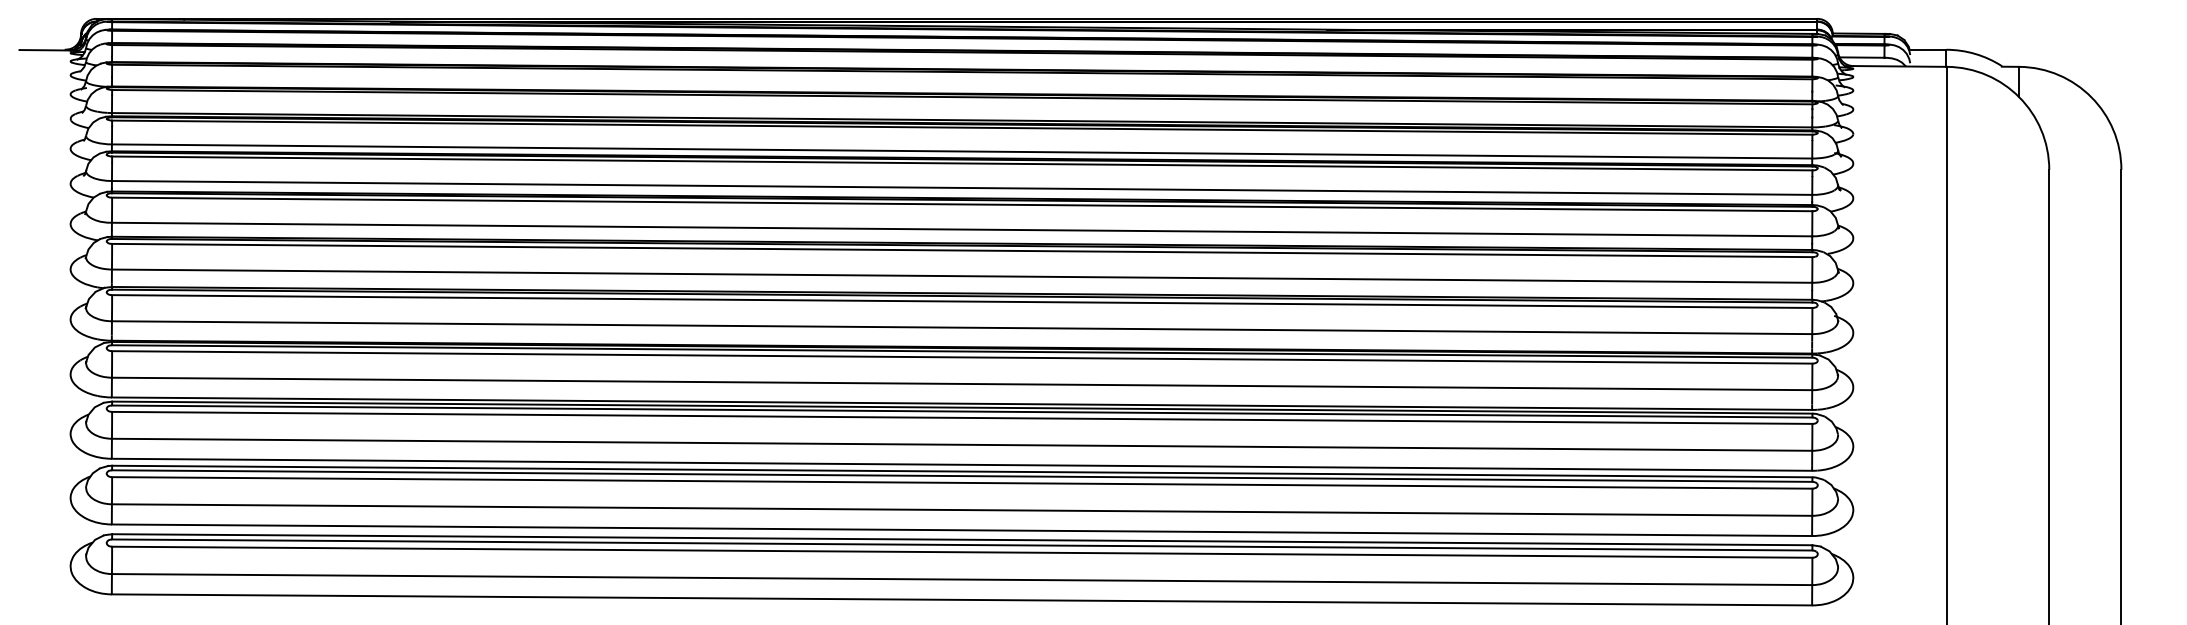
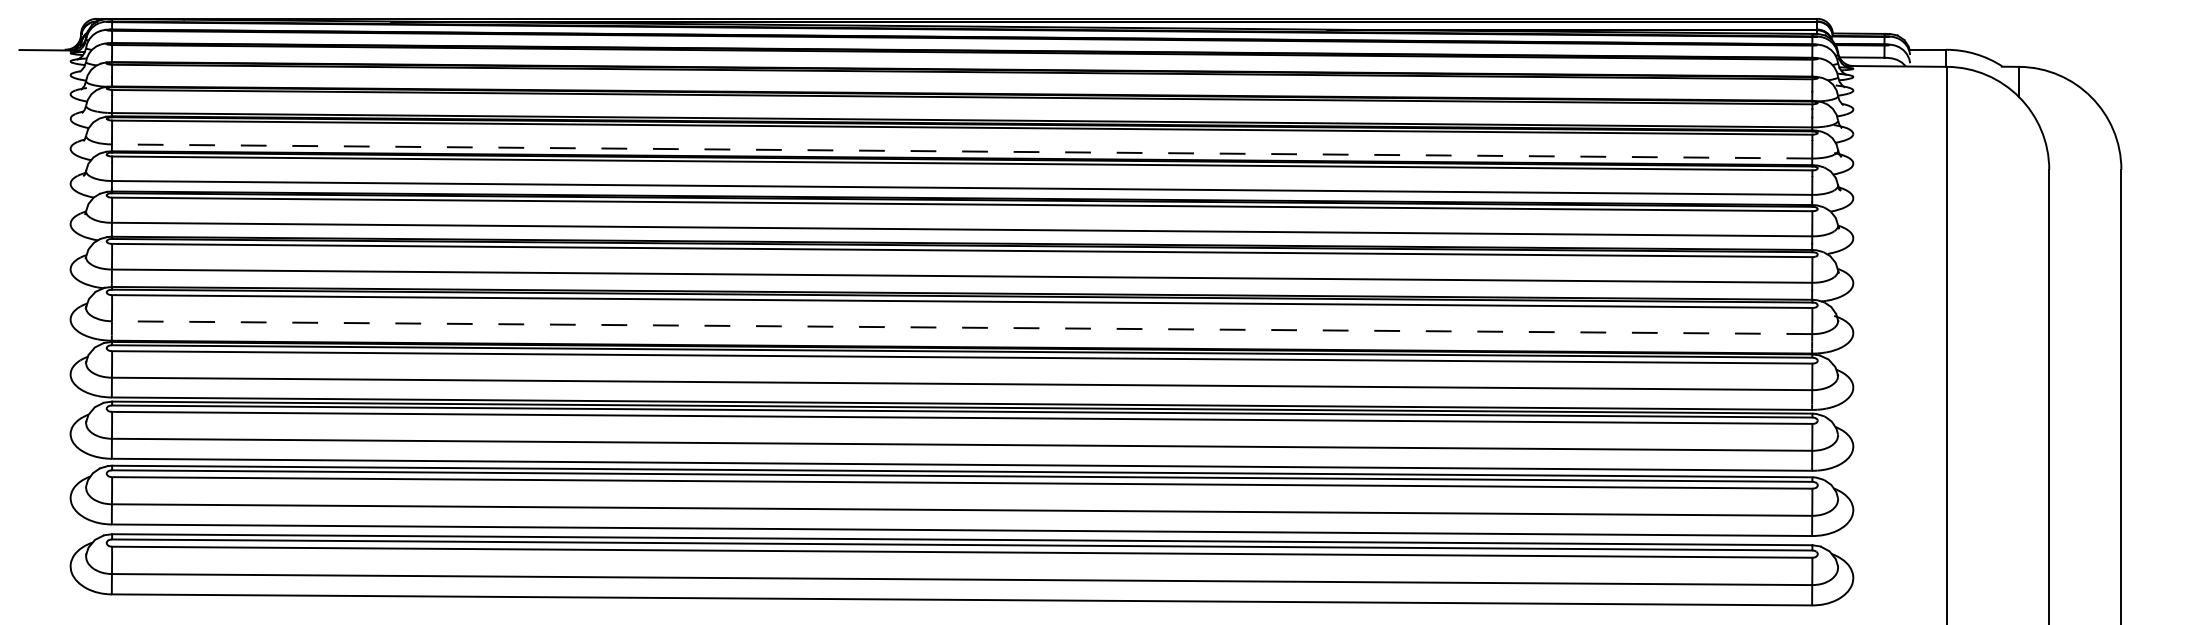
line at (961, 151): solid -> dashed
line at (961, 327): solid -> dashed
